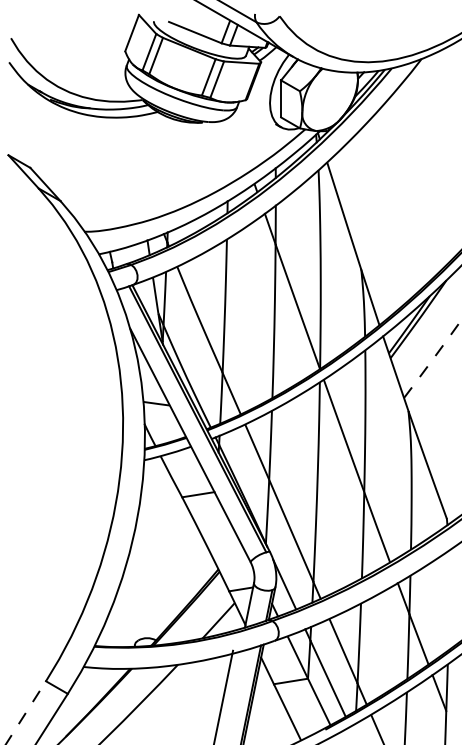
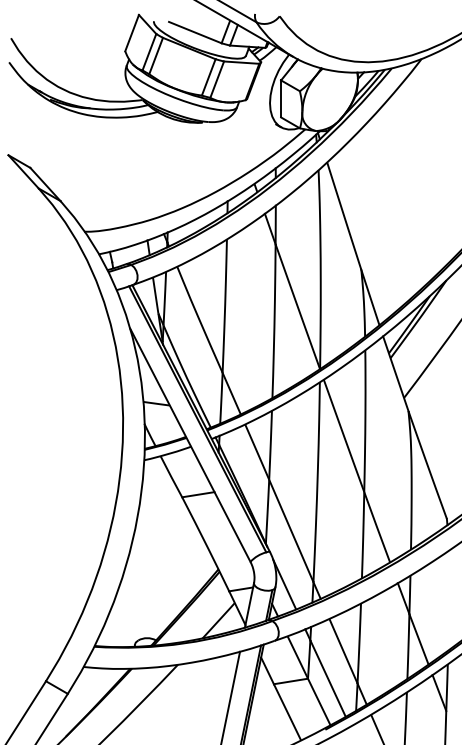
arc at (433, 358): dashed -> solid
line at (223, 695) position: (223, 695) -> (230, 696)
line at (26, 712): dashed -> solid
